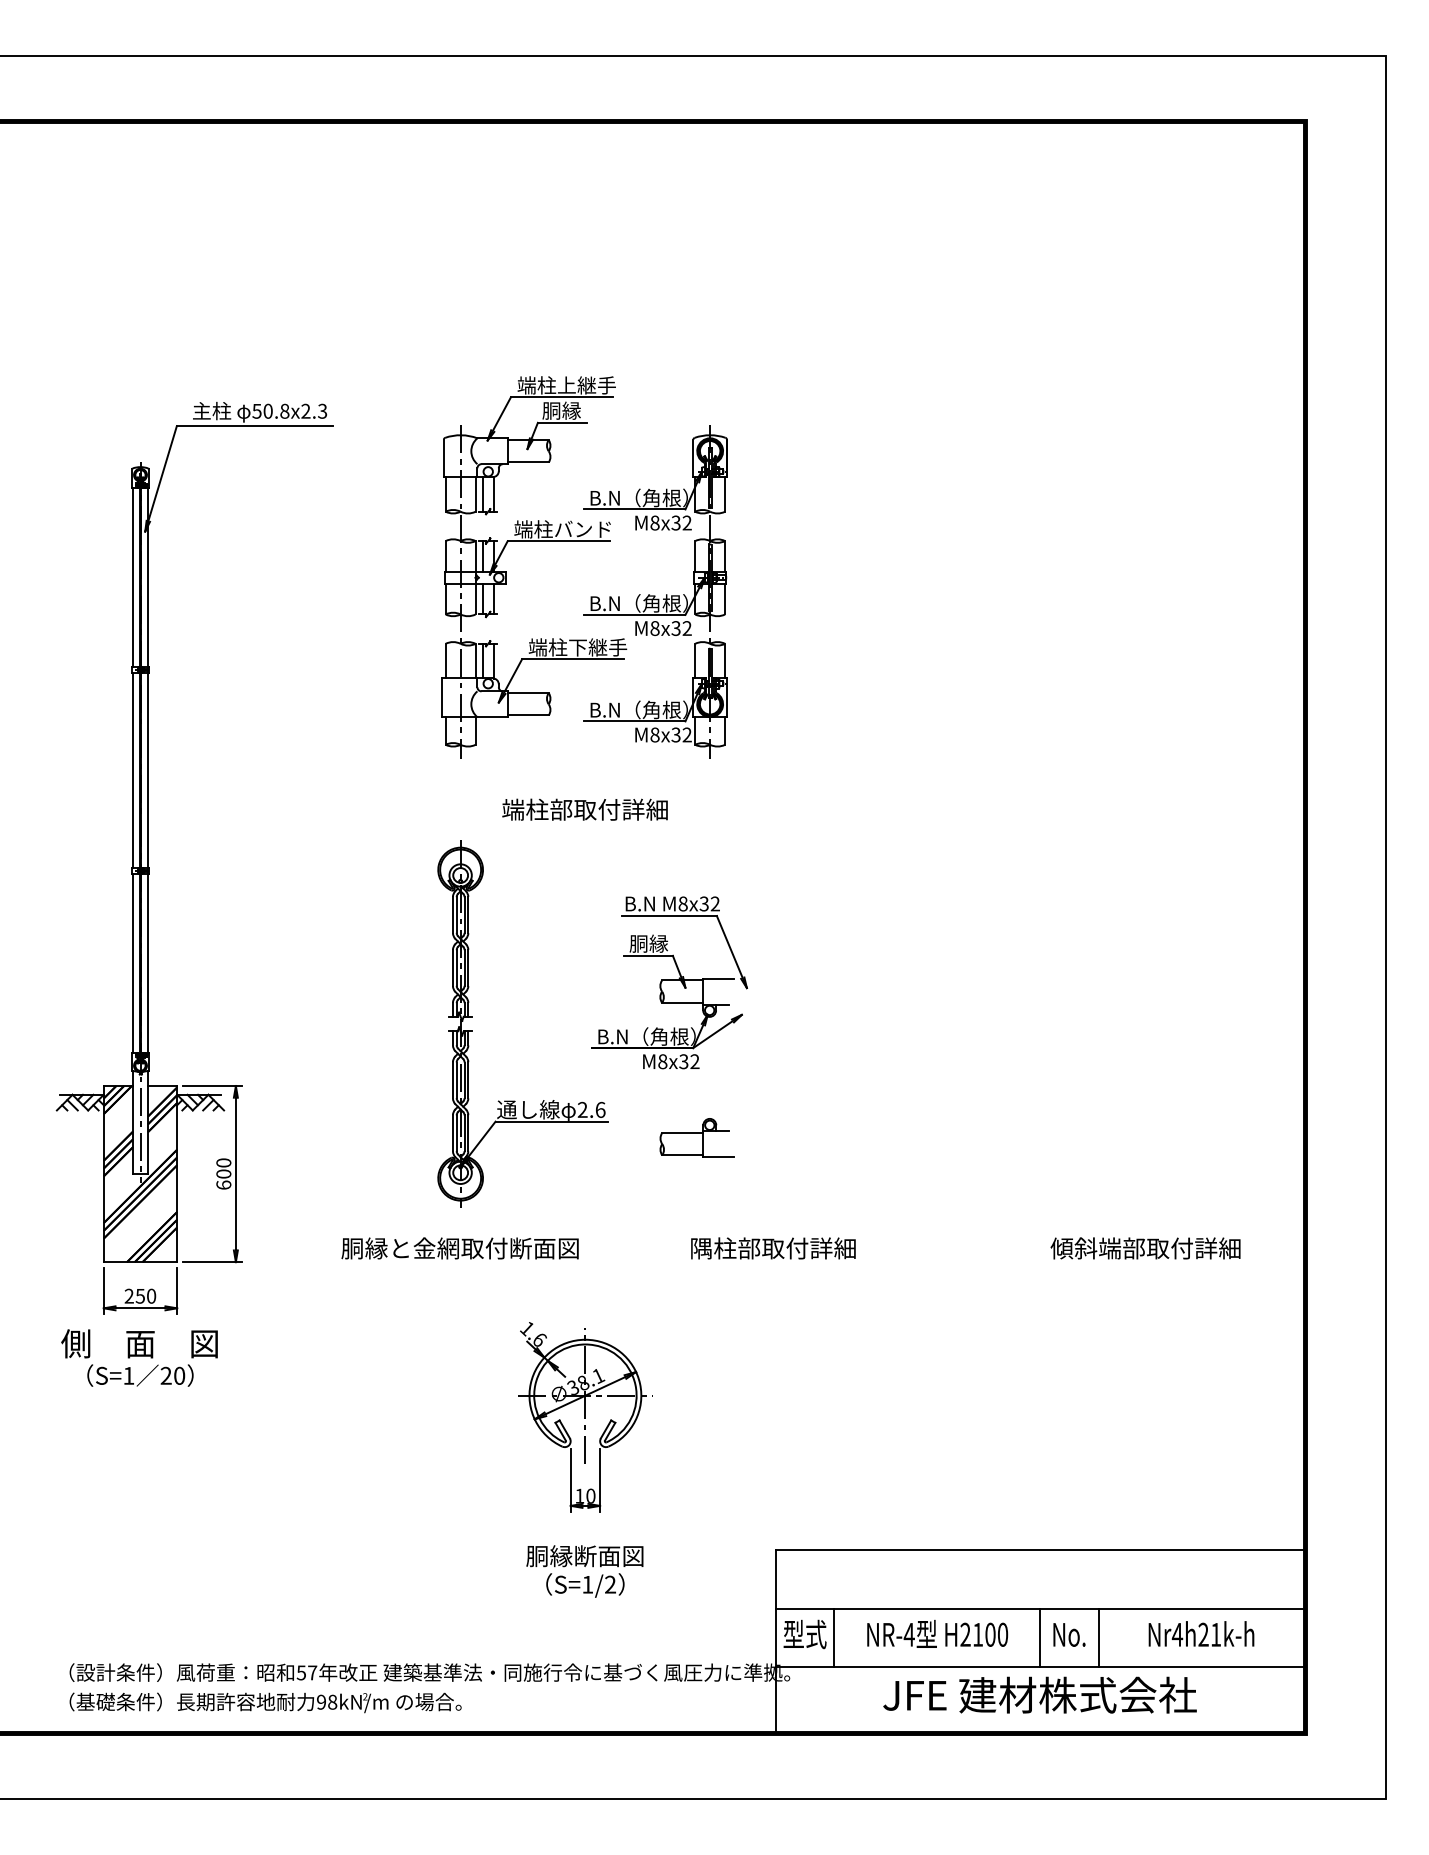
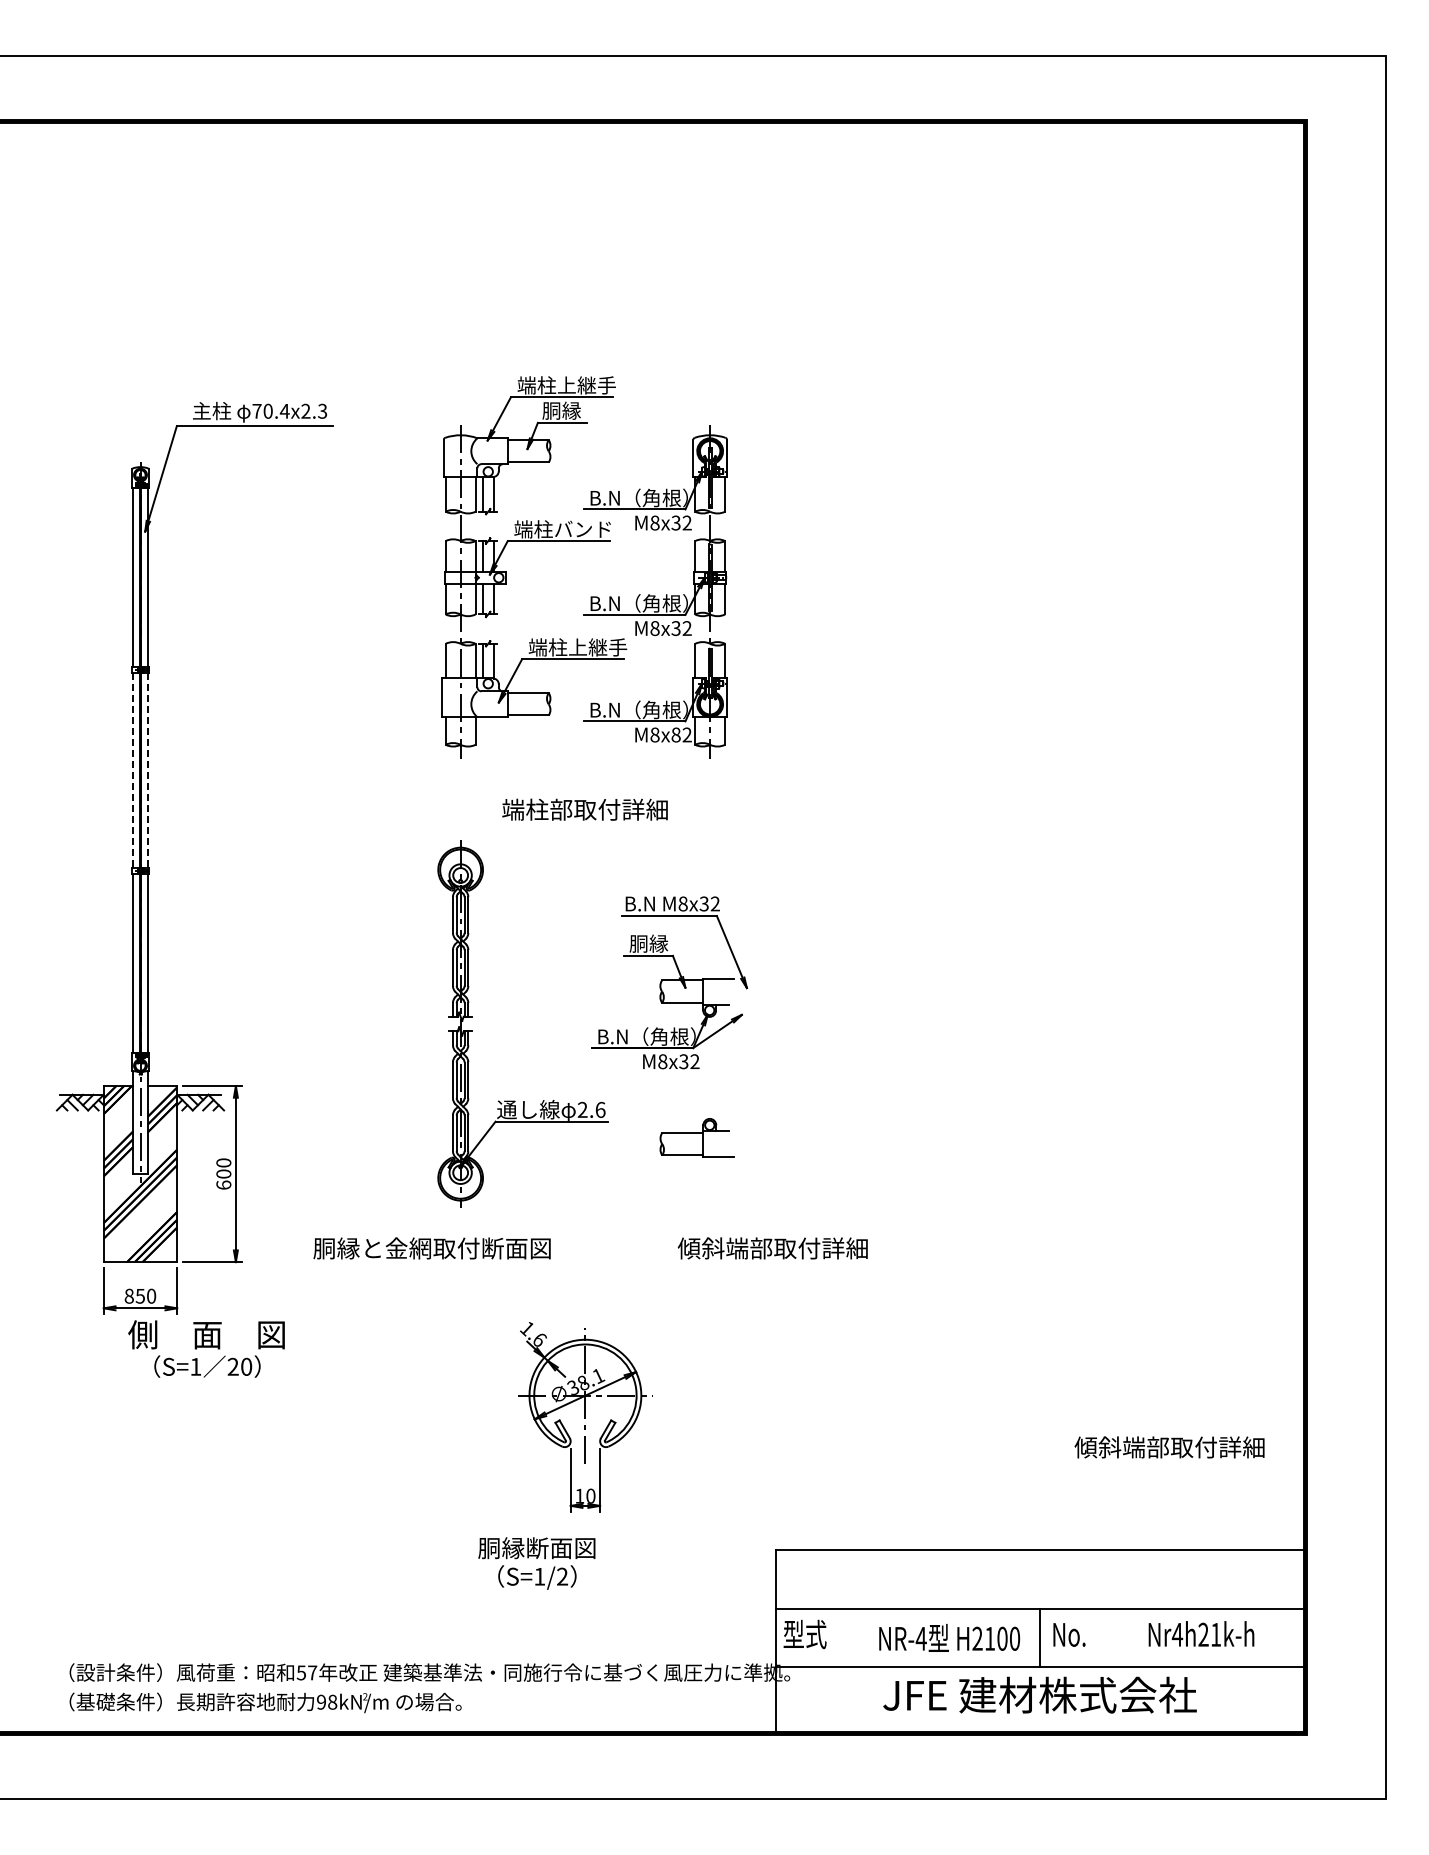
text at (270, 410): 50.8x2.3 -> 70.4x2.3
text at (577, 647): 端柱下継手 -> 端柱上継手
text at (675, 734): M8x32 -> M8x82
line at (133, 770): solid -> dashed
line at (147, 770): solid -> dashed
text at (459, 1248) position: (459, 1248) -> (431, 1248)
text at (772, 1248): 隅柱部取付詳細 -> 傾斜端部取付詳細
text at (1145, 1248) position: (1145, 1248) -> (1169, 1447)
text at (128, 1295): 250 -> 850
text at (139, 1357) position: (139, 1357) -> (206, 1348)
text at (584, 1571) position: (584, 1571) -> (536, 1563)
text at (937, 1633) position: (937, 1633) -> (949, 1637)
line at (834, 1637): present -> none
line at (1098, 1637): present -> none
